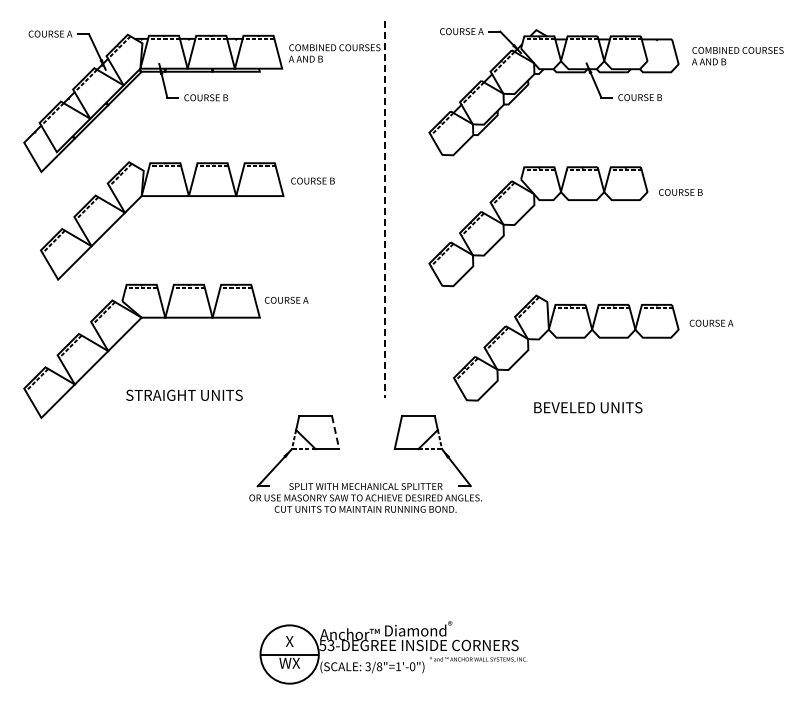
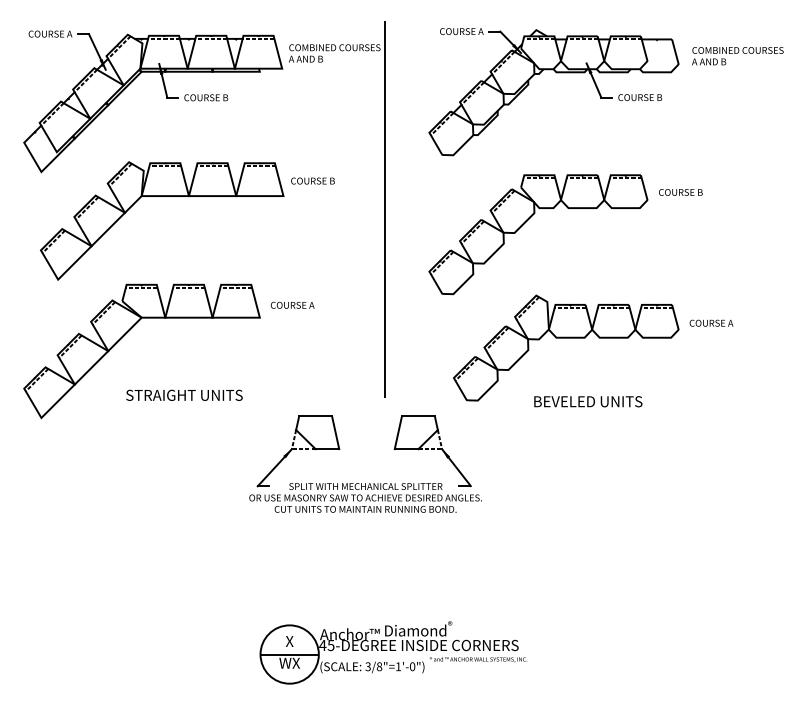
line at (384, 209): dashed -> solid
part at (526, 214) position: (526, 214) -> (526, 222)
text at (286, 299) position: (286, 299) -> (292, 304)
text at (588, 407) position: (588, 407) -> (588, 401)
line at (335, 432): dashed -> solid
text at (326, 645): 53-DEGREE -> 45-DEGREE
